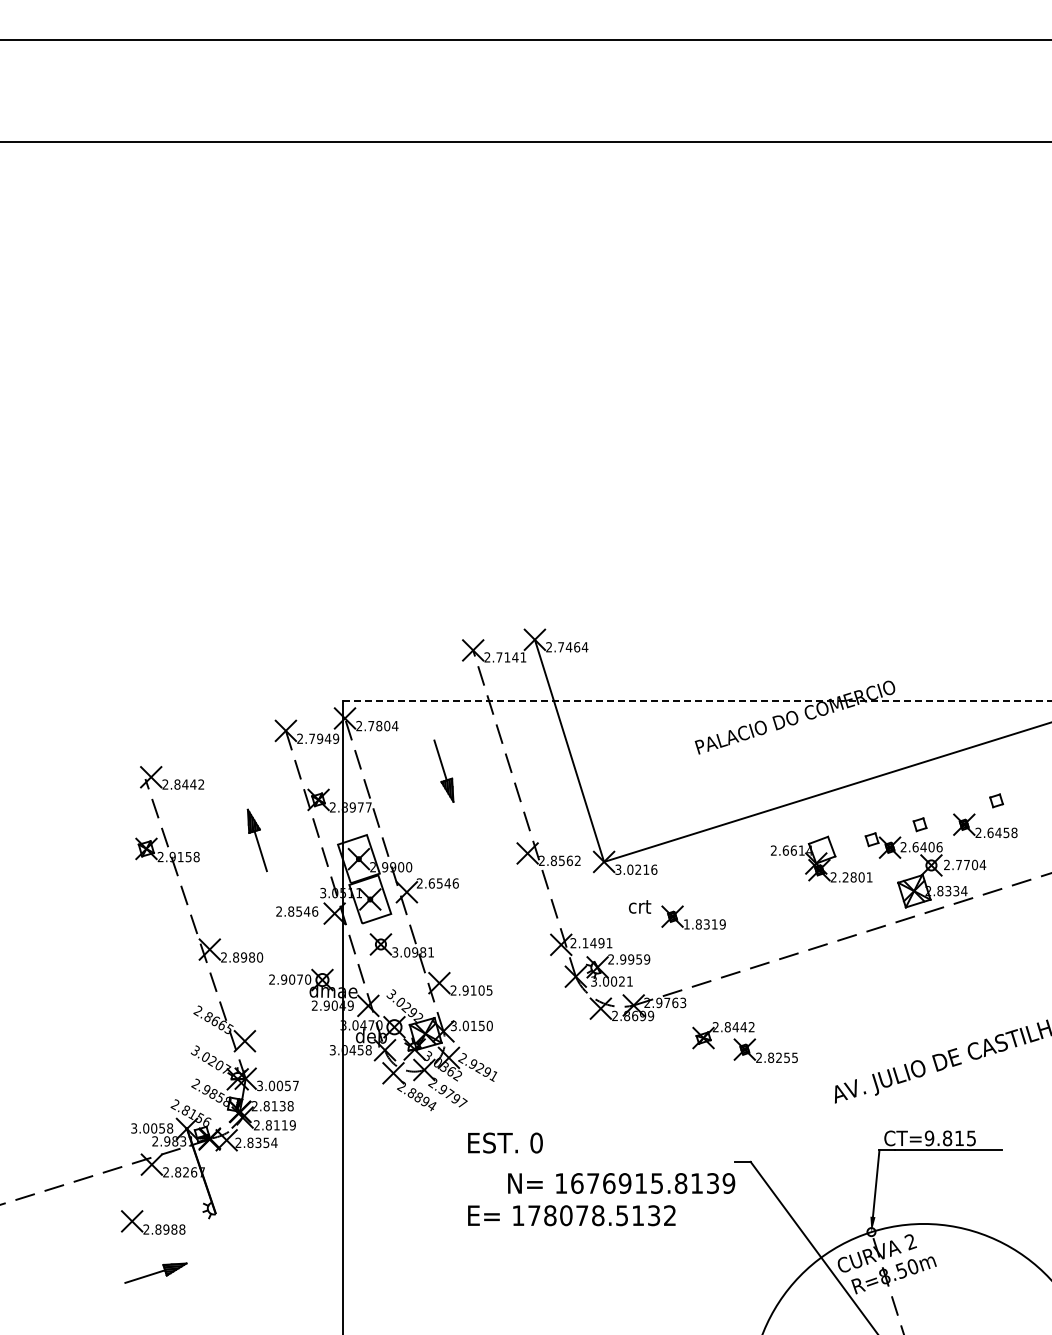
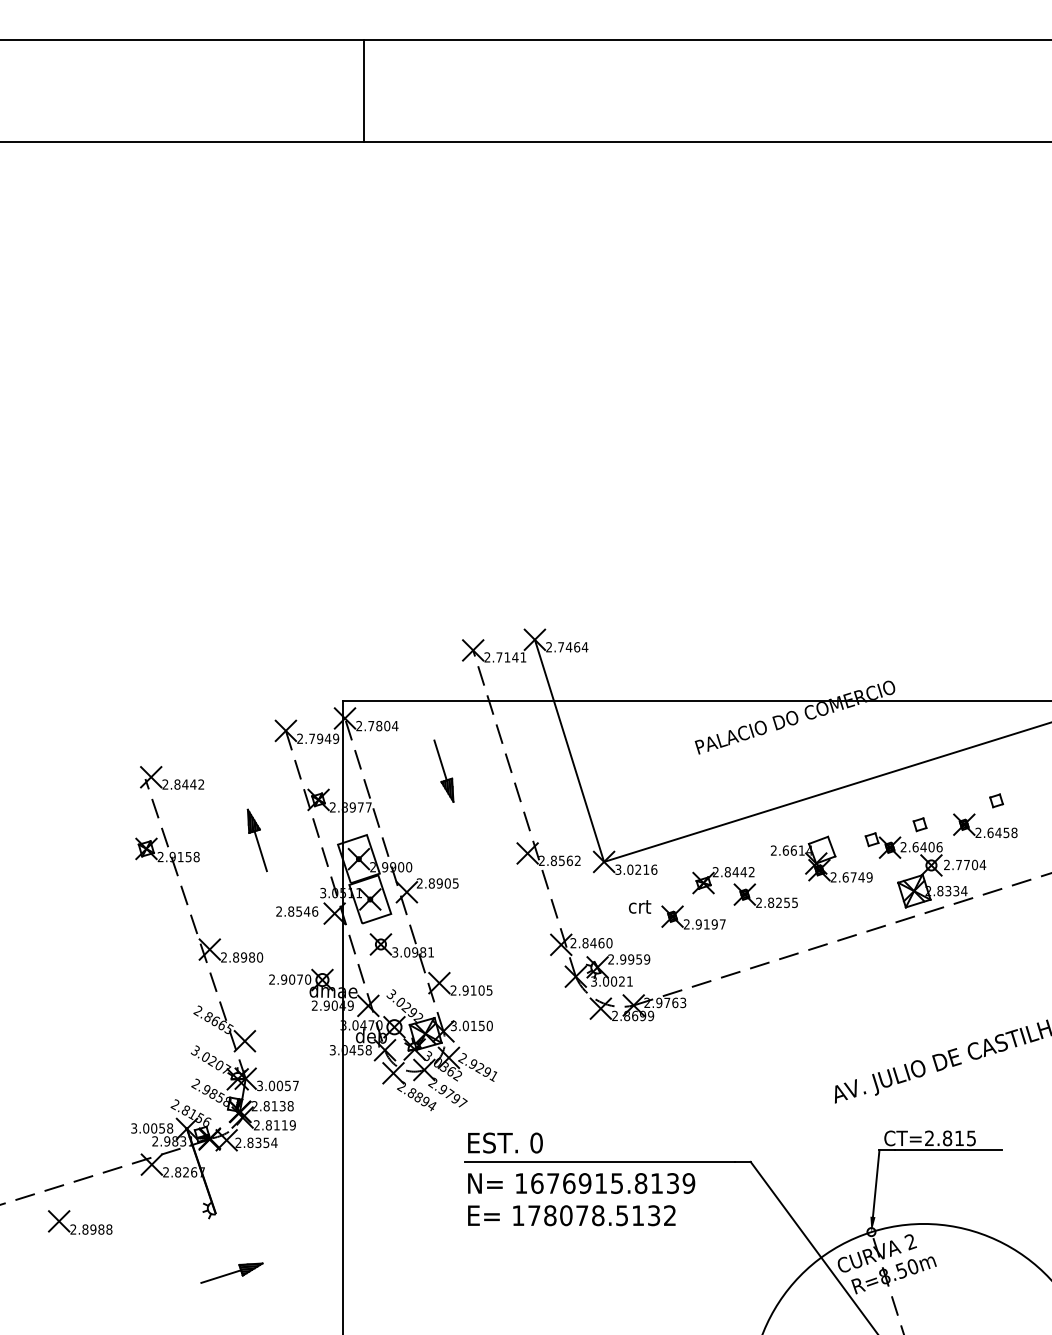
line at (364, 90): none -> present
line at (697, 700): dashed -> solid
text at (857, 877): 2.2801 -> 2.6749
text at (443, 883): 2.6546 -> 2.8905
text at (704, 924): 1.8319 -> 2.9197
text at (597, 943): 2.1491 -> 2.8460
part at (744, 1042) position: (744, 1042) -> (744, 887)
text at (929, 1138): CT=9.815 -> CT=2.815
line at (600, 1161): none -> present
text at (621, 1183) position: (621, 1183) -> (581, 1183)
part at (152, 1222) position: (152, 1222) -> (79, 1222)
part at (155, 1272) position: (155, 1272) -> (231, 1272)
